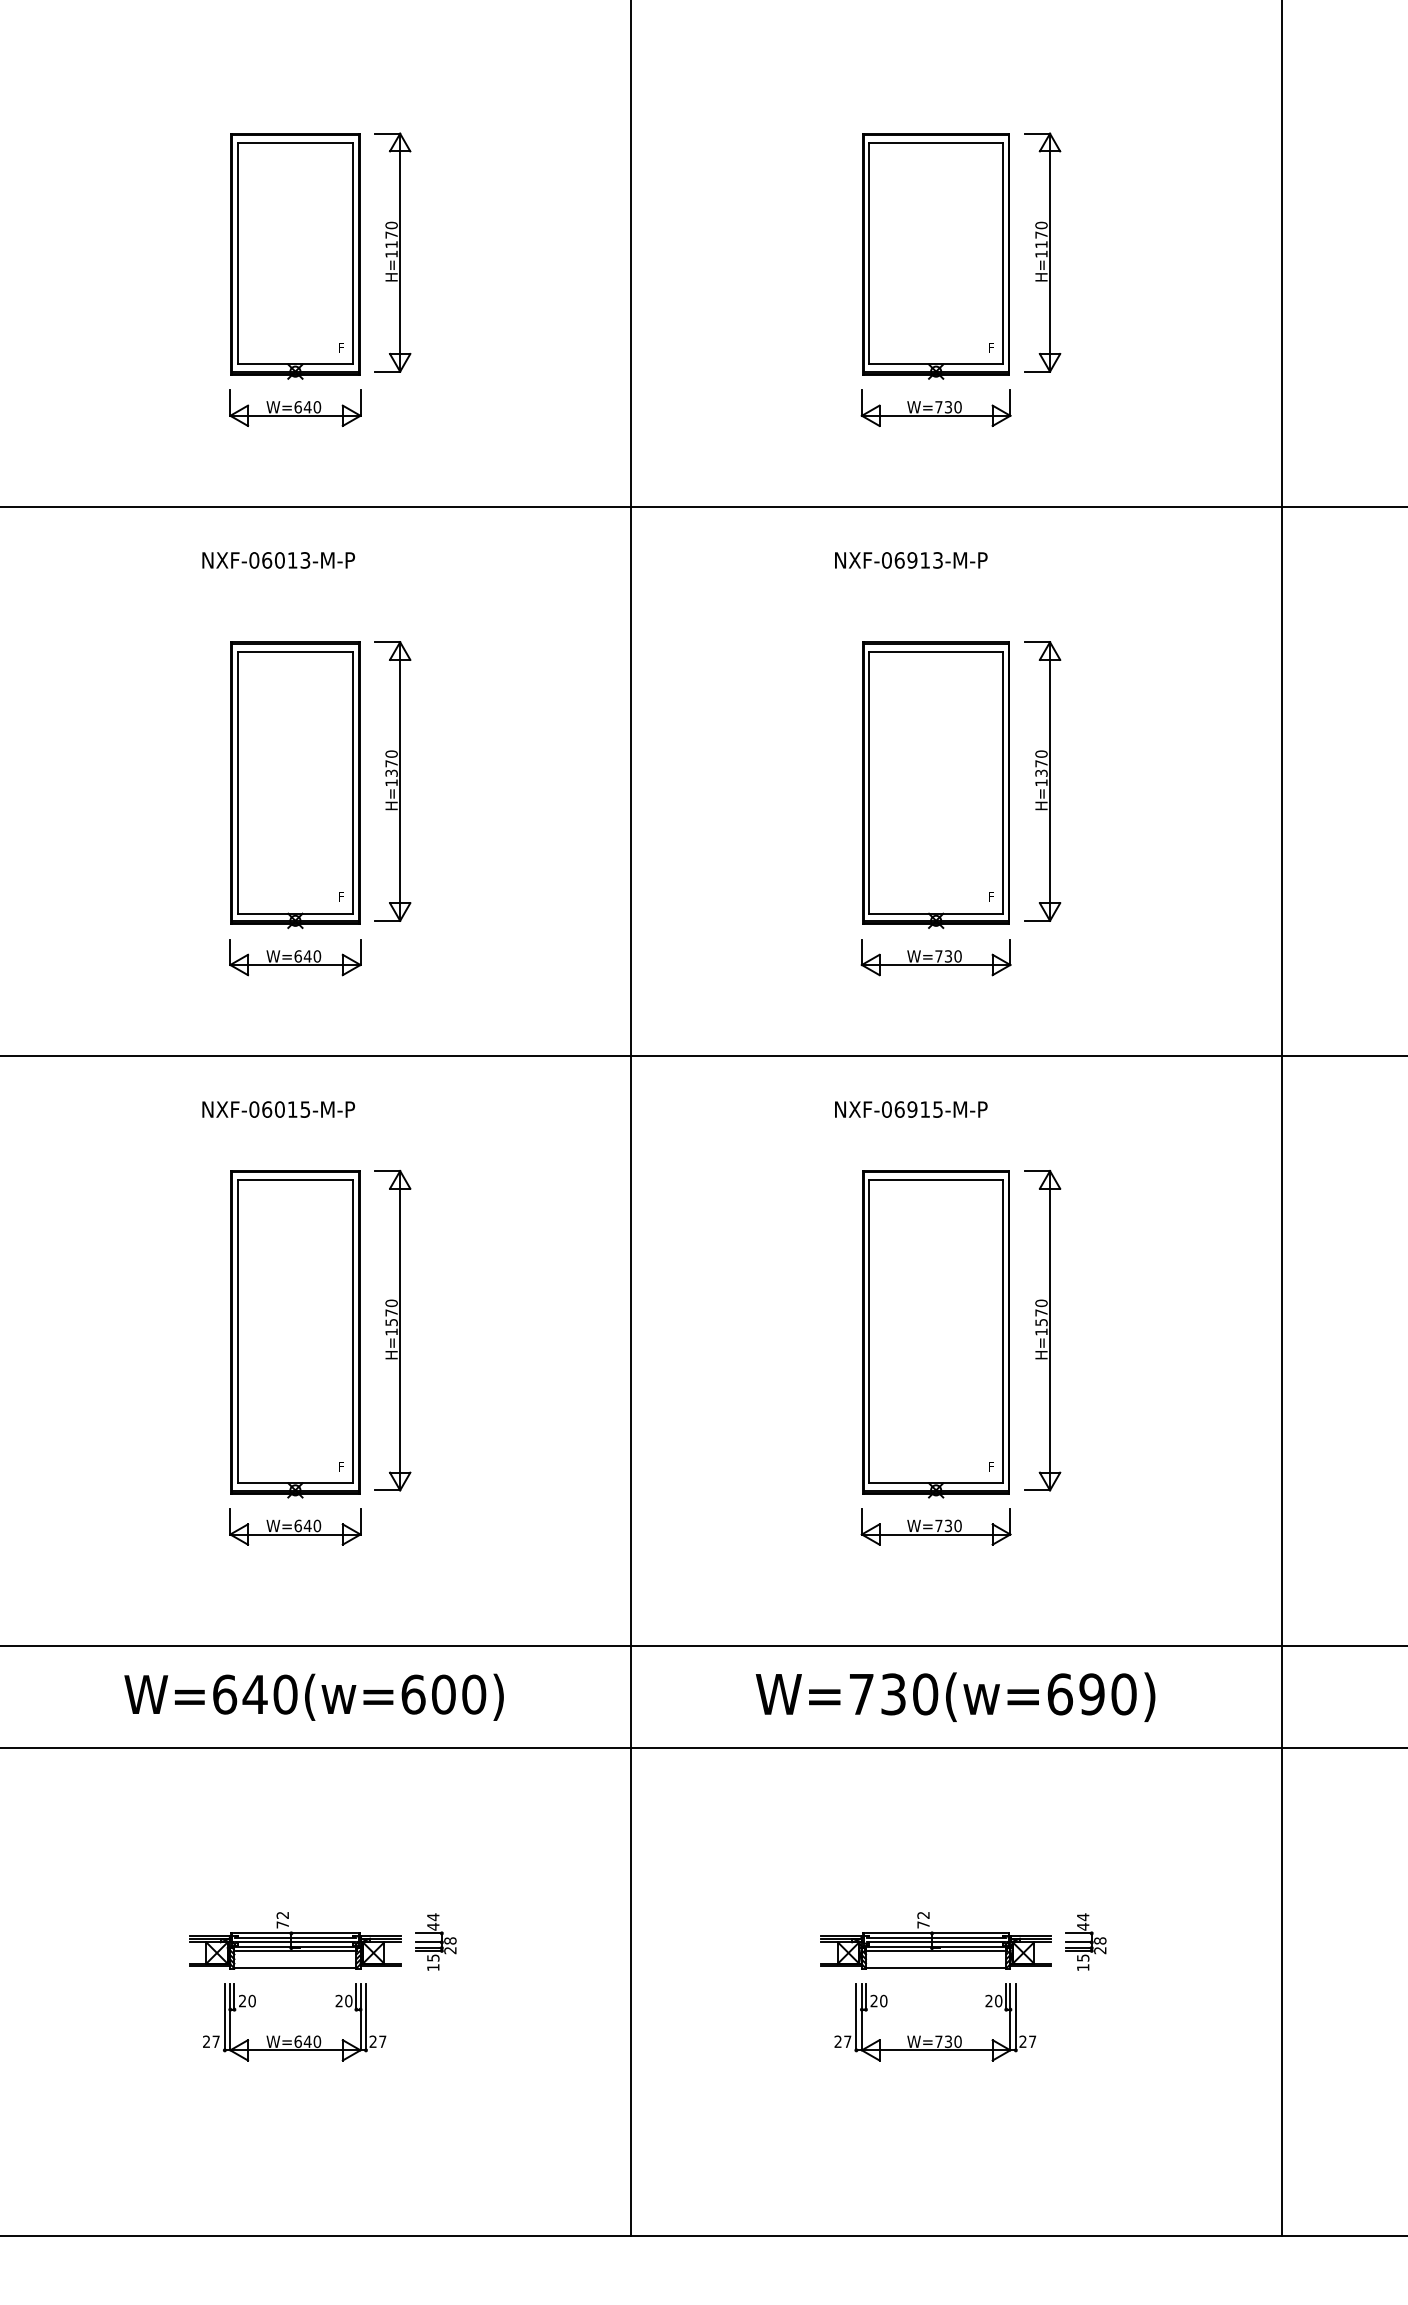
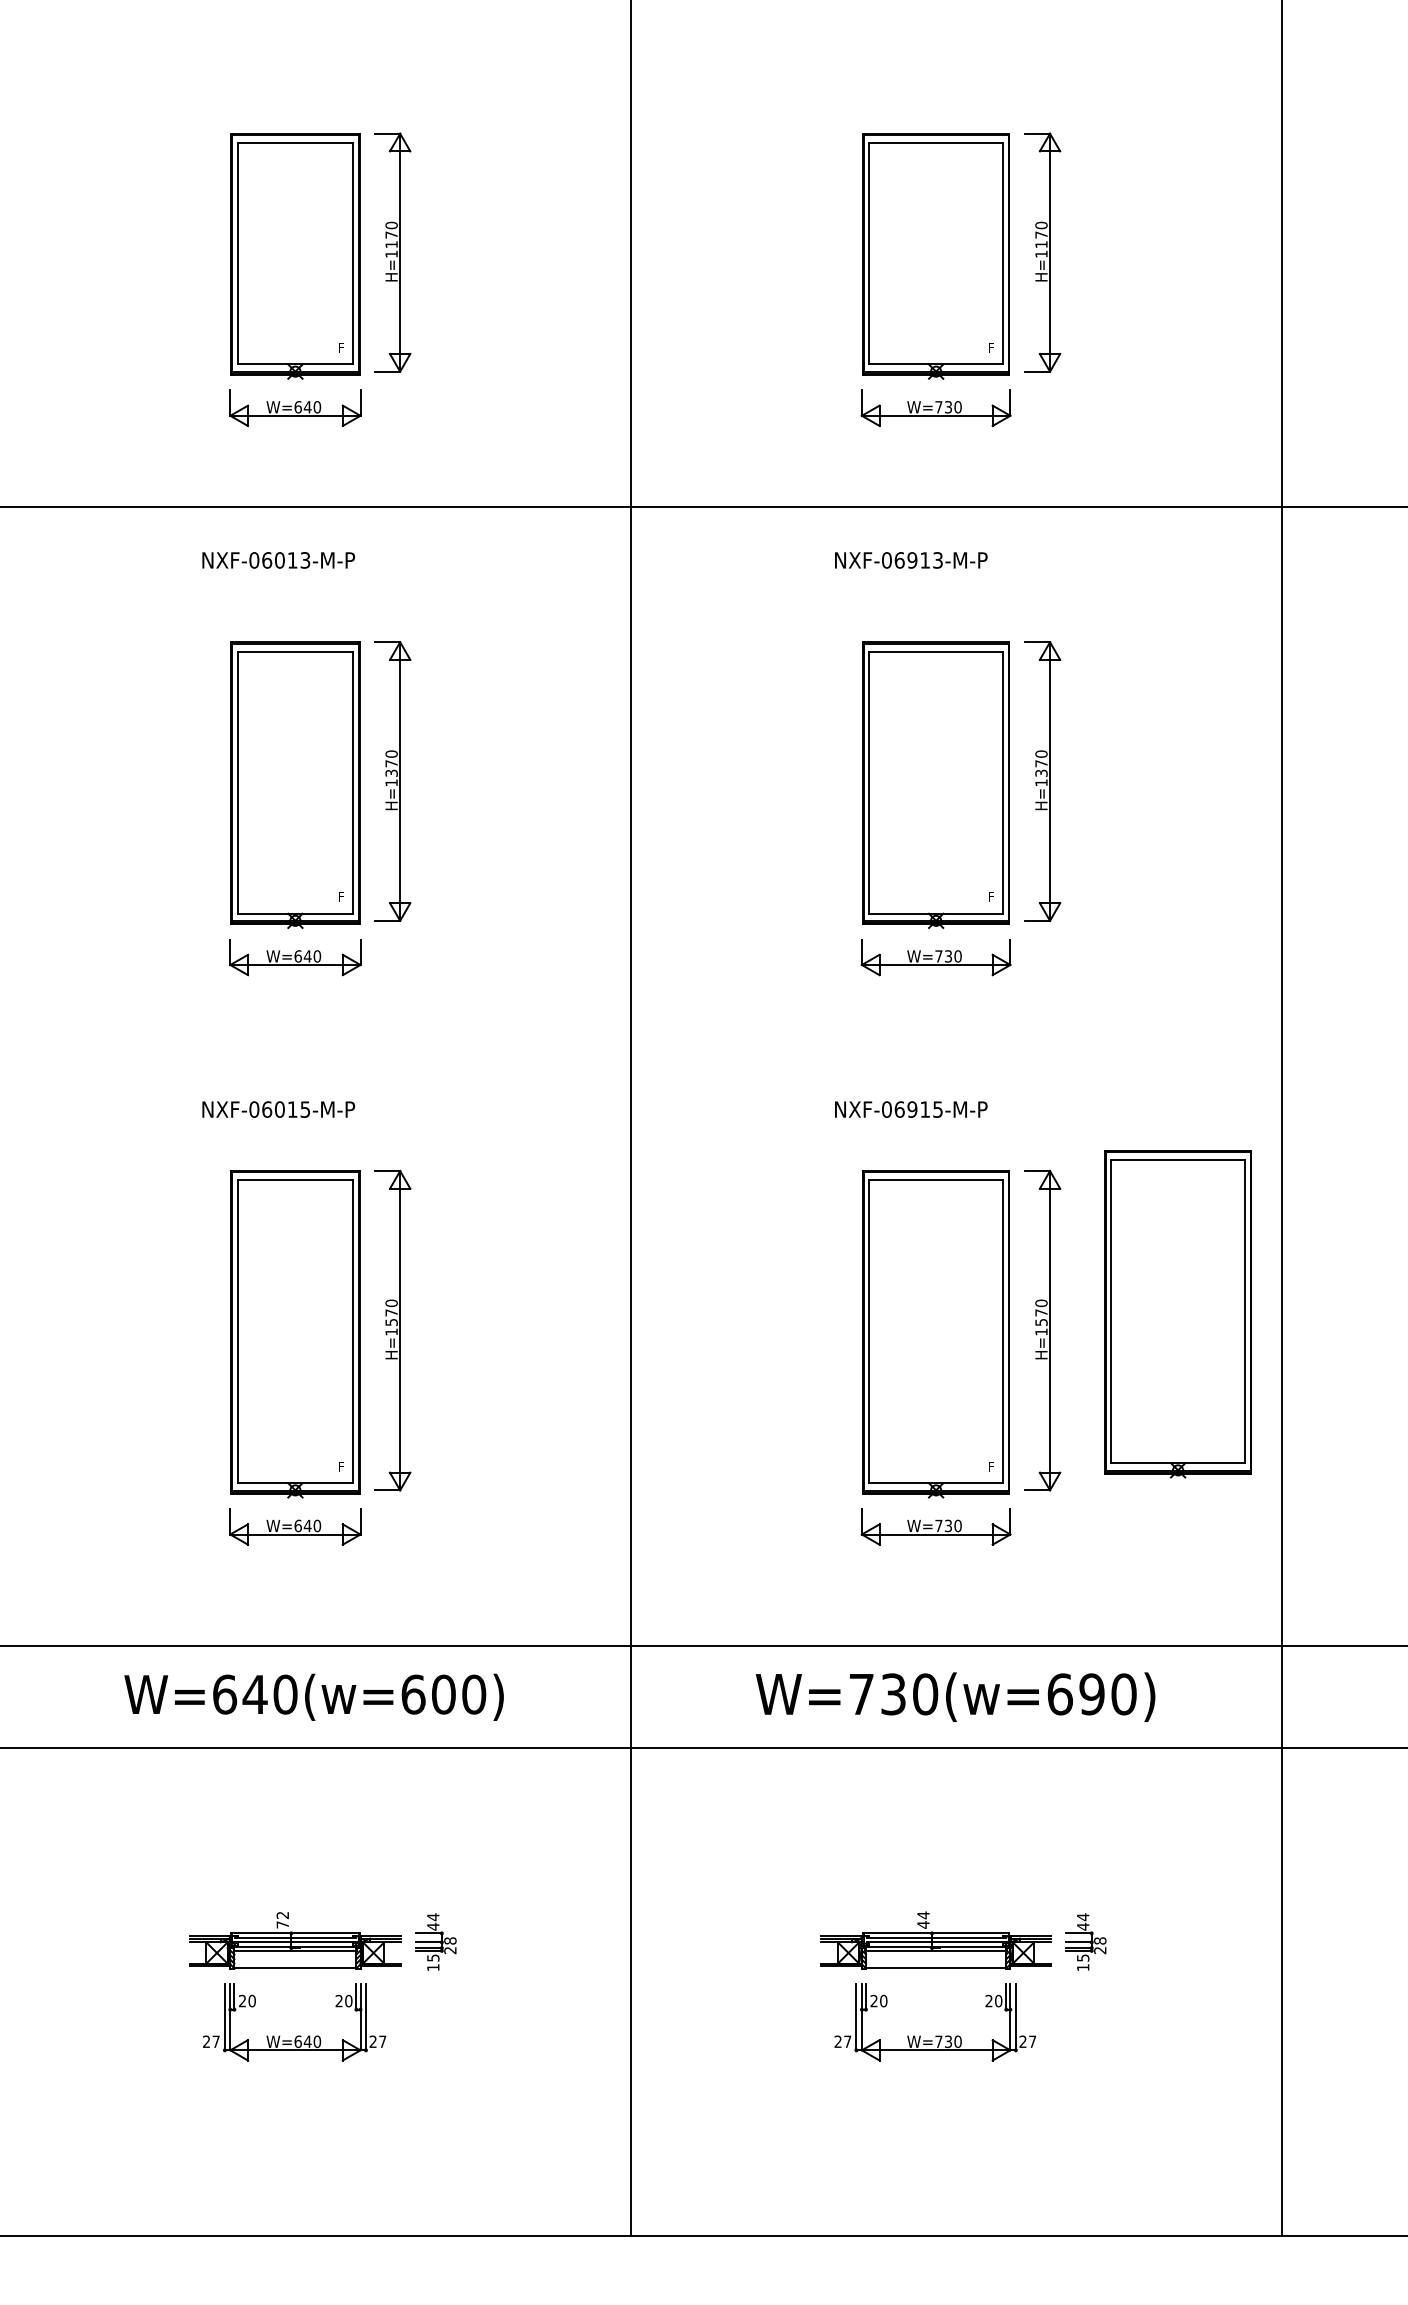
line at (703, 1056): present -> none
part at (1177, 1314): none -> present
text at (923, 1919): 72 -> 44
